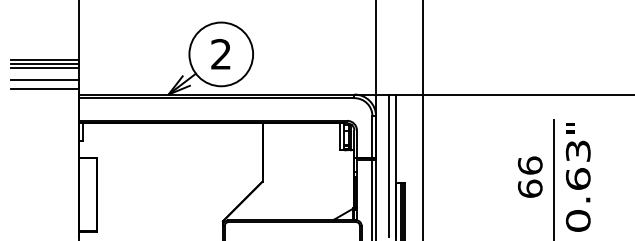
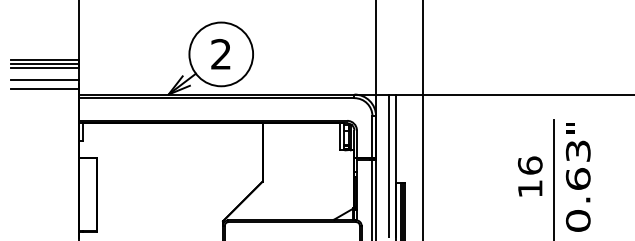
text at (529, 188): 66 -> 16
